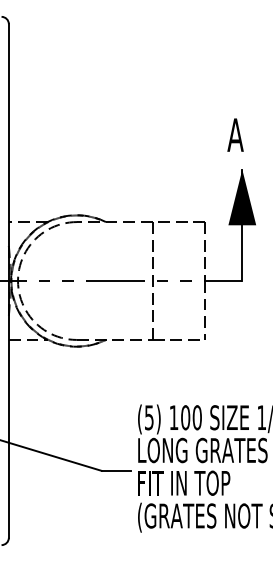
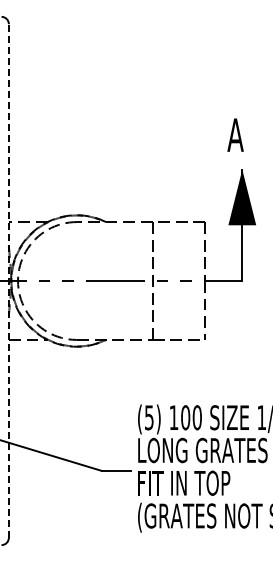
line at (8, 280): solid -> dashed
